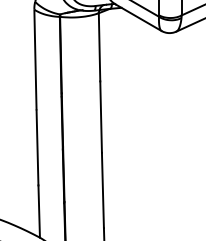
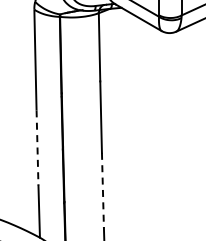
line at (37, 147): solid -> dashed
line at (102, 190): solid -> dashed
